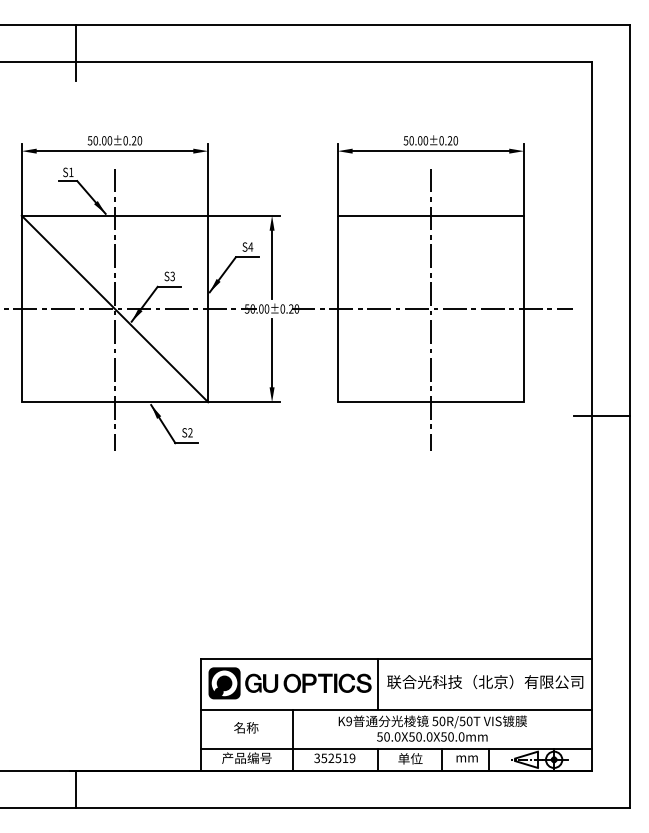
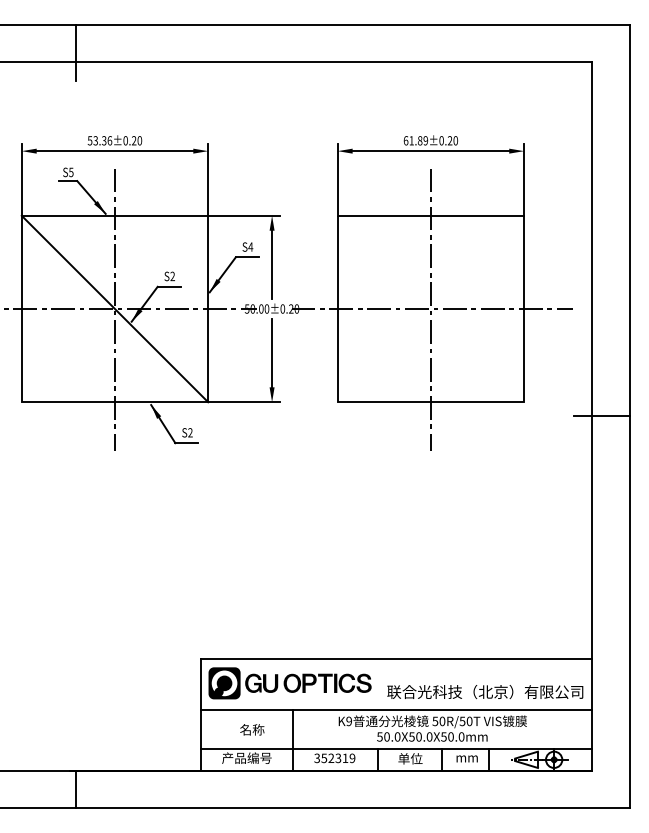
text at (102, 140): 50.00±0.20 -> 53.36±0.20
text at (415, 140): 50.00±0.20 -> 61.89±0.20
text at (71, 172): S1 -> S5
text at (172, 277): S3 -> S2
text at (485, 682) position: (485, 682) -> (485, 692)
line at (378, 683): present -> none
text at (246, 727) position: (246, 727) -> (252, 729)
text at (338, 757): 352519 -> 352319
